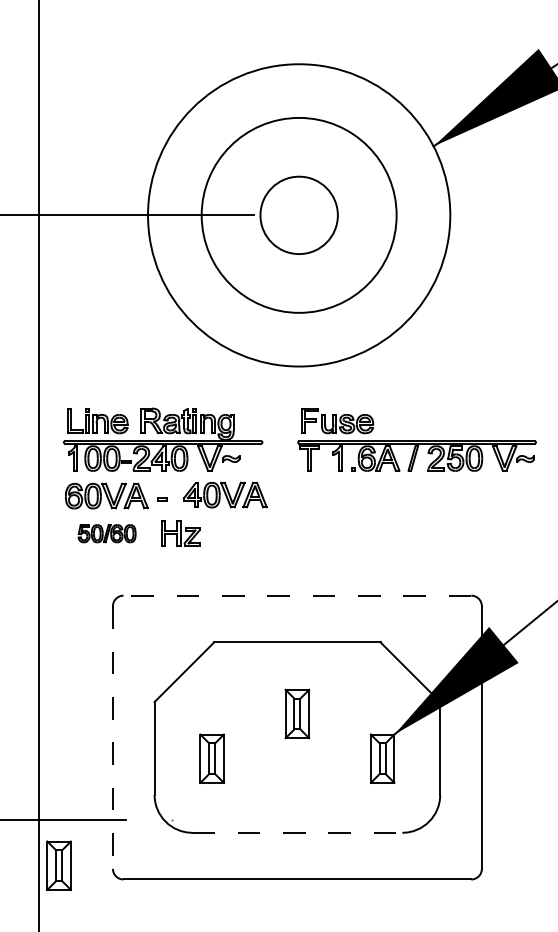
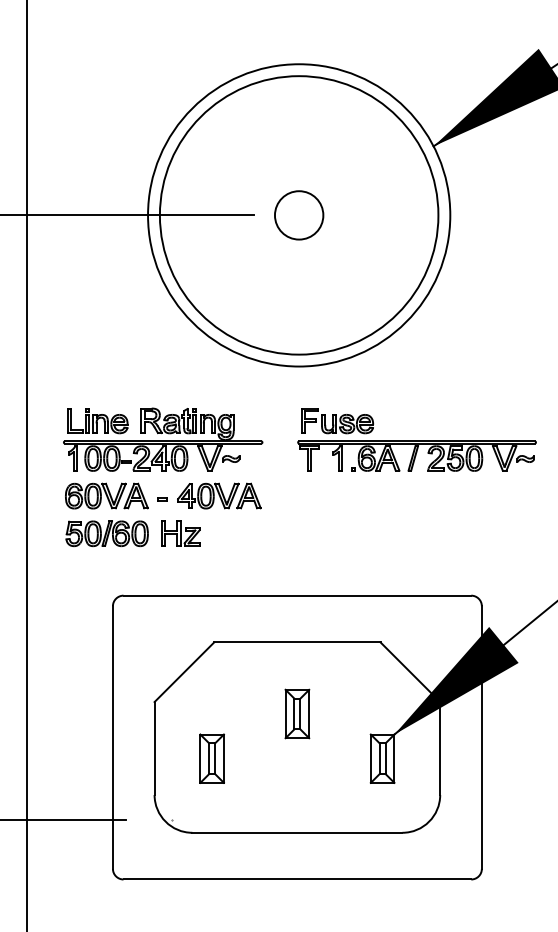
circle at (298, 214) diameter: 195 px -> 278 px
circle at (298, 215) diameter: 77 px -> 48 px
line at (39, 465) position: (39, 465) -> (27, 465)
part at (225, 494) position: (225, 494) -> (219, 495)
part at (106, 533) size: 60x20 px -> 84x27 px
line at (297, 595): dashed -> solid
line at (112, 738): dashed -> solid
line at (297, 832): dashed -> solid
part at (58, 865): present -> none
